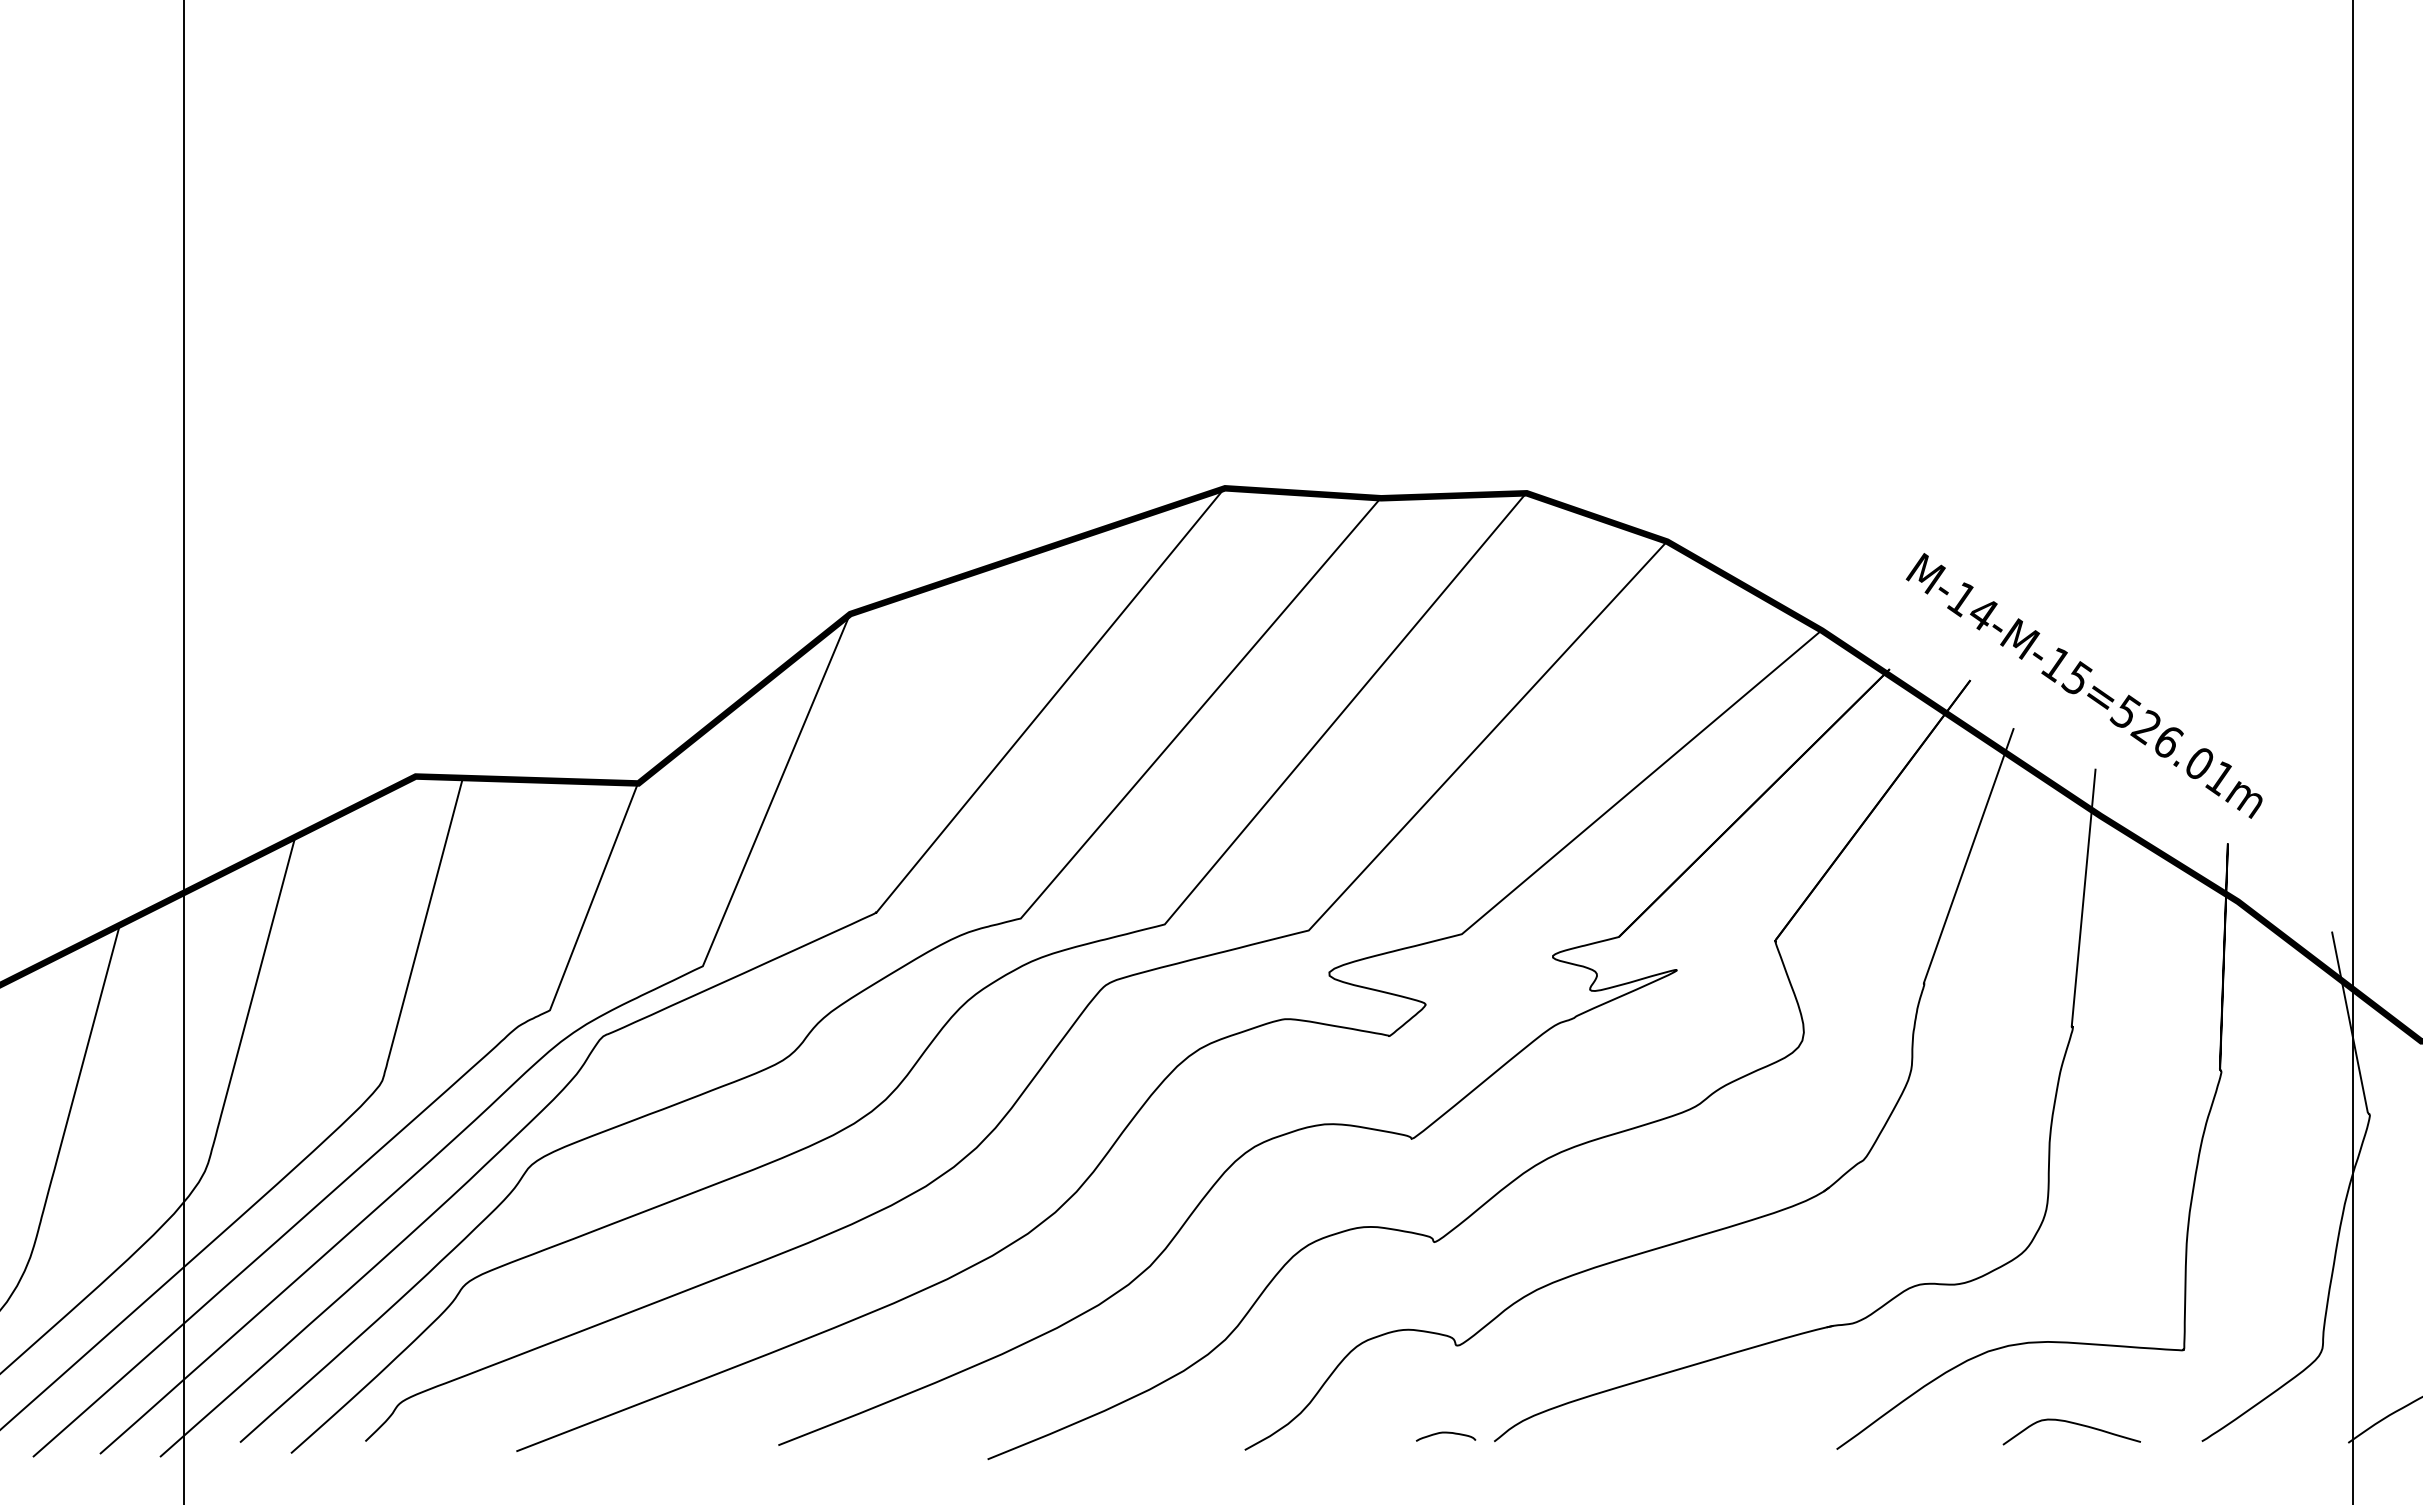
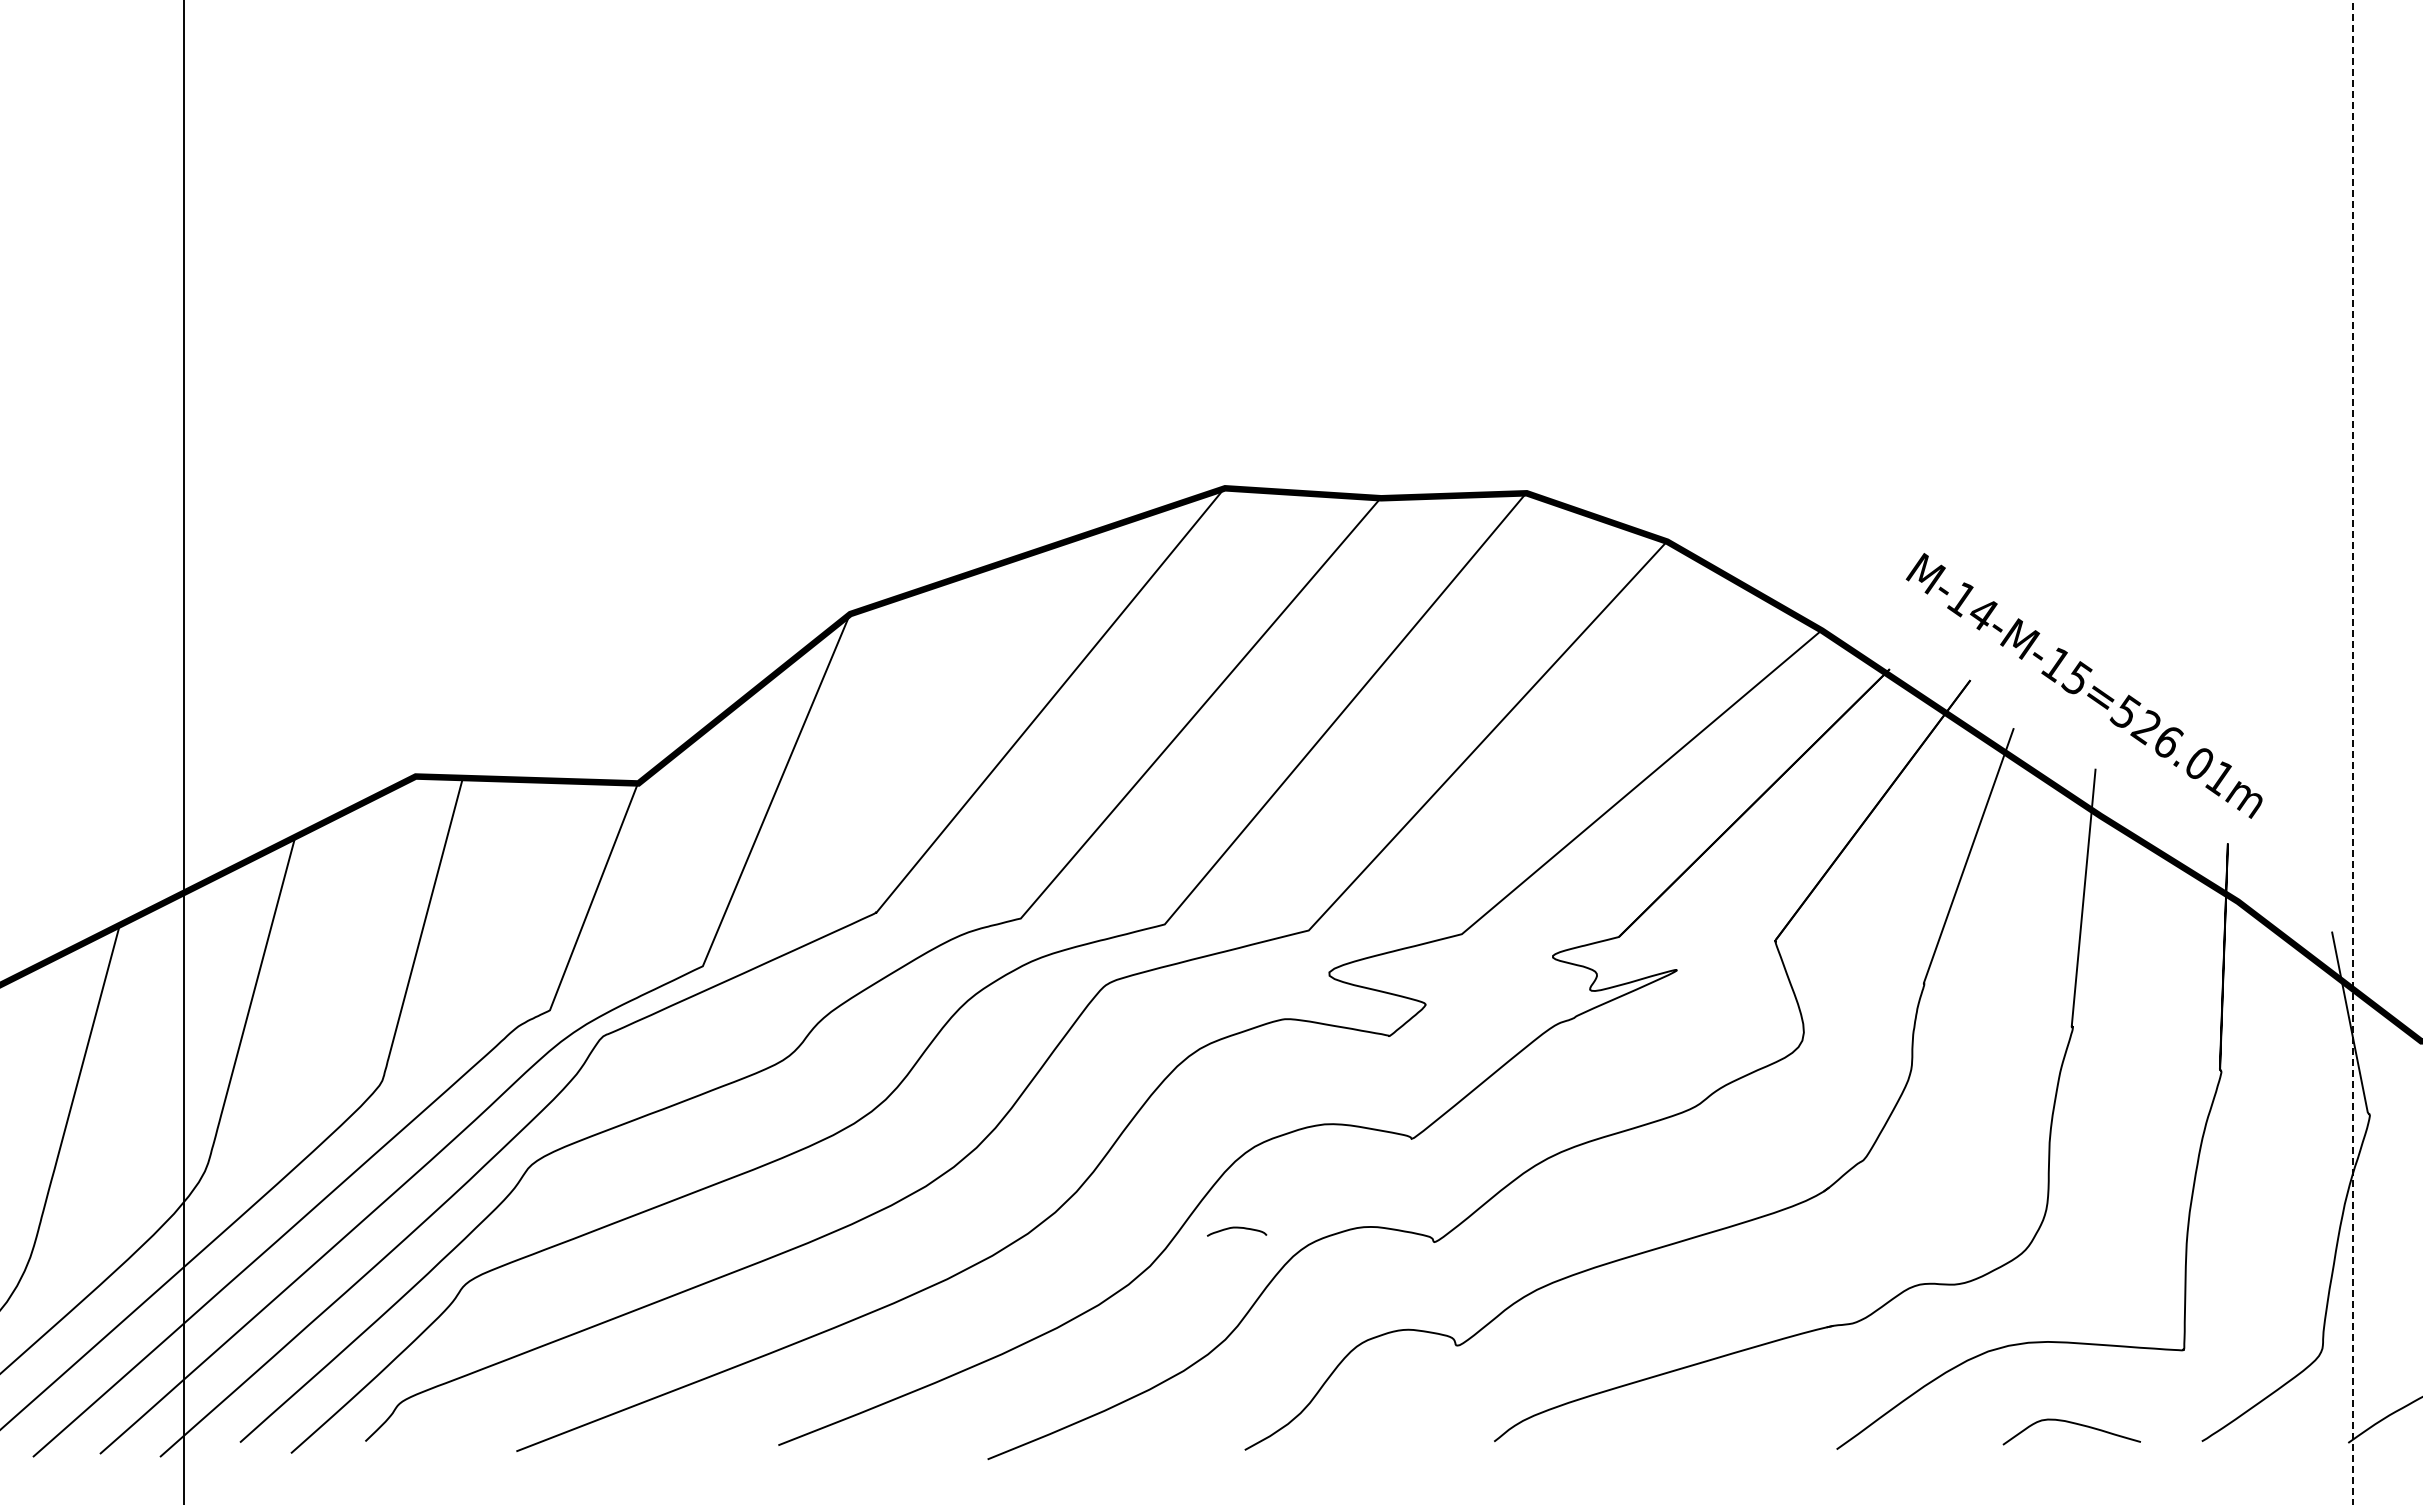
line at (2353, 751): solid -> dashed
curve at (1446, 1433) position: (1446, 1433) -> (1237, 1228)
